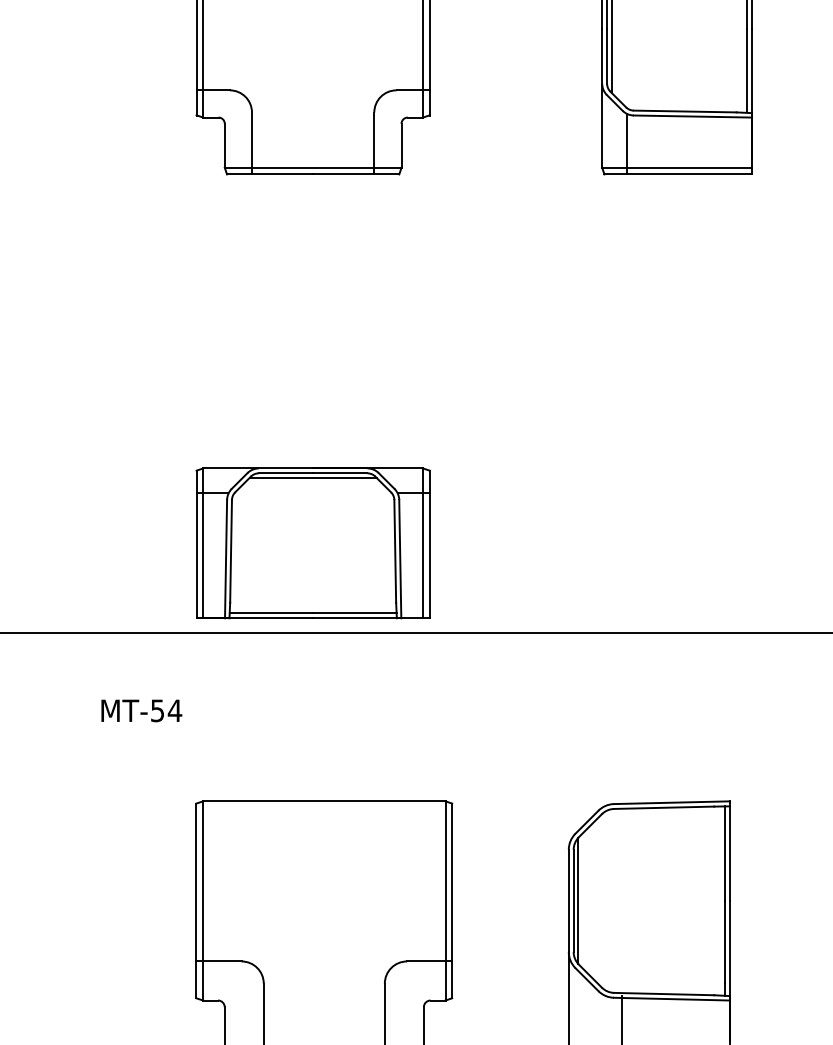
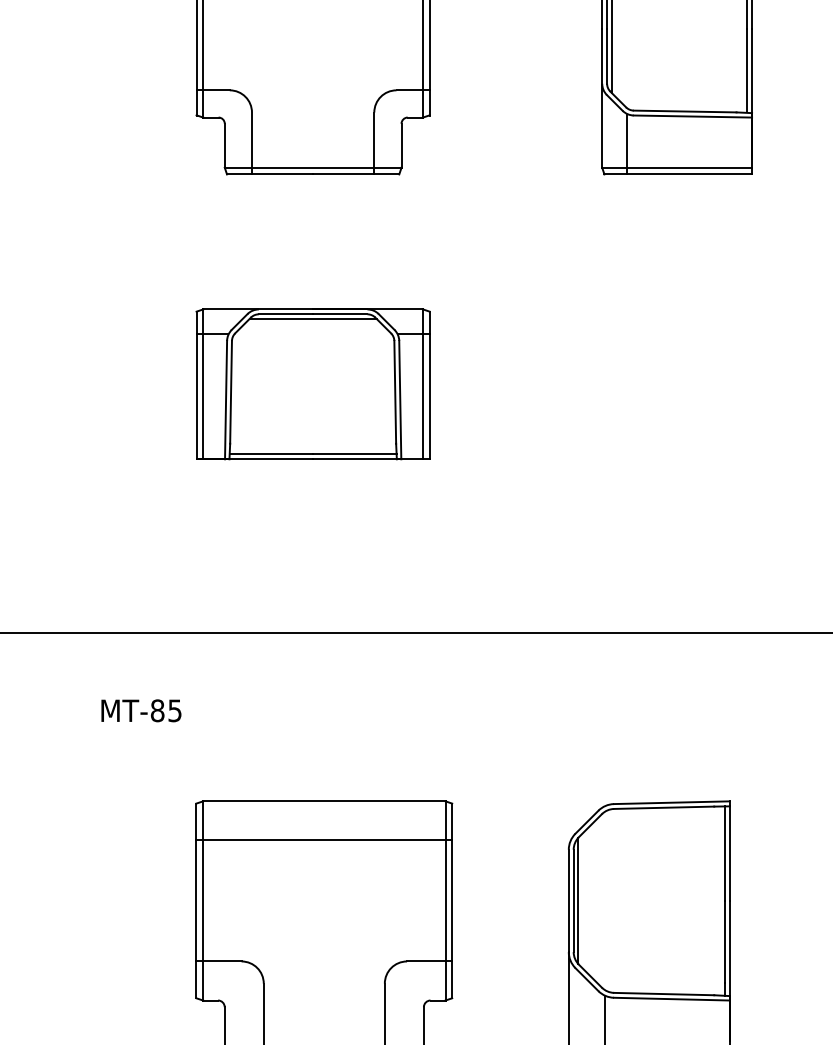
part at (312, 543) position: (312, 543) -> (312, 384)
text at (166, 710): MT-54 -> MT-85
line at (324, 840): none -> present
line at (621, 1018) position: (621, 1018) -> (604, 1018)
